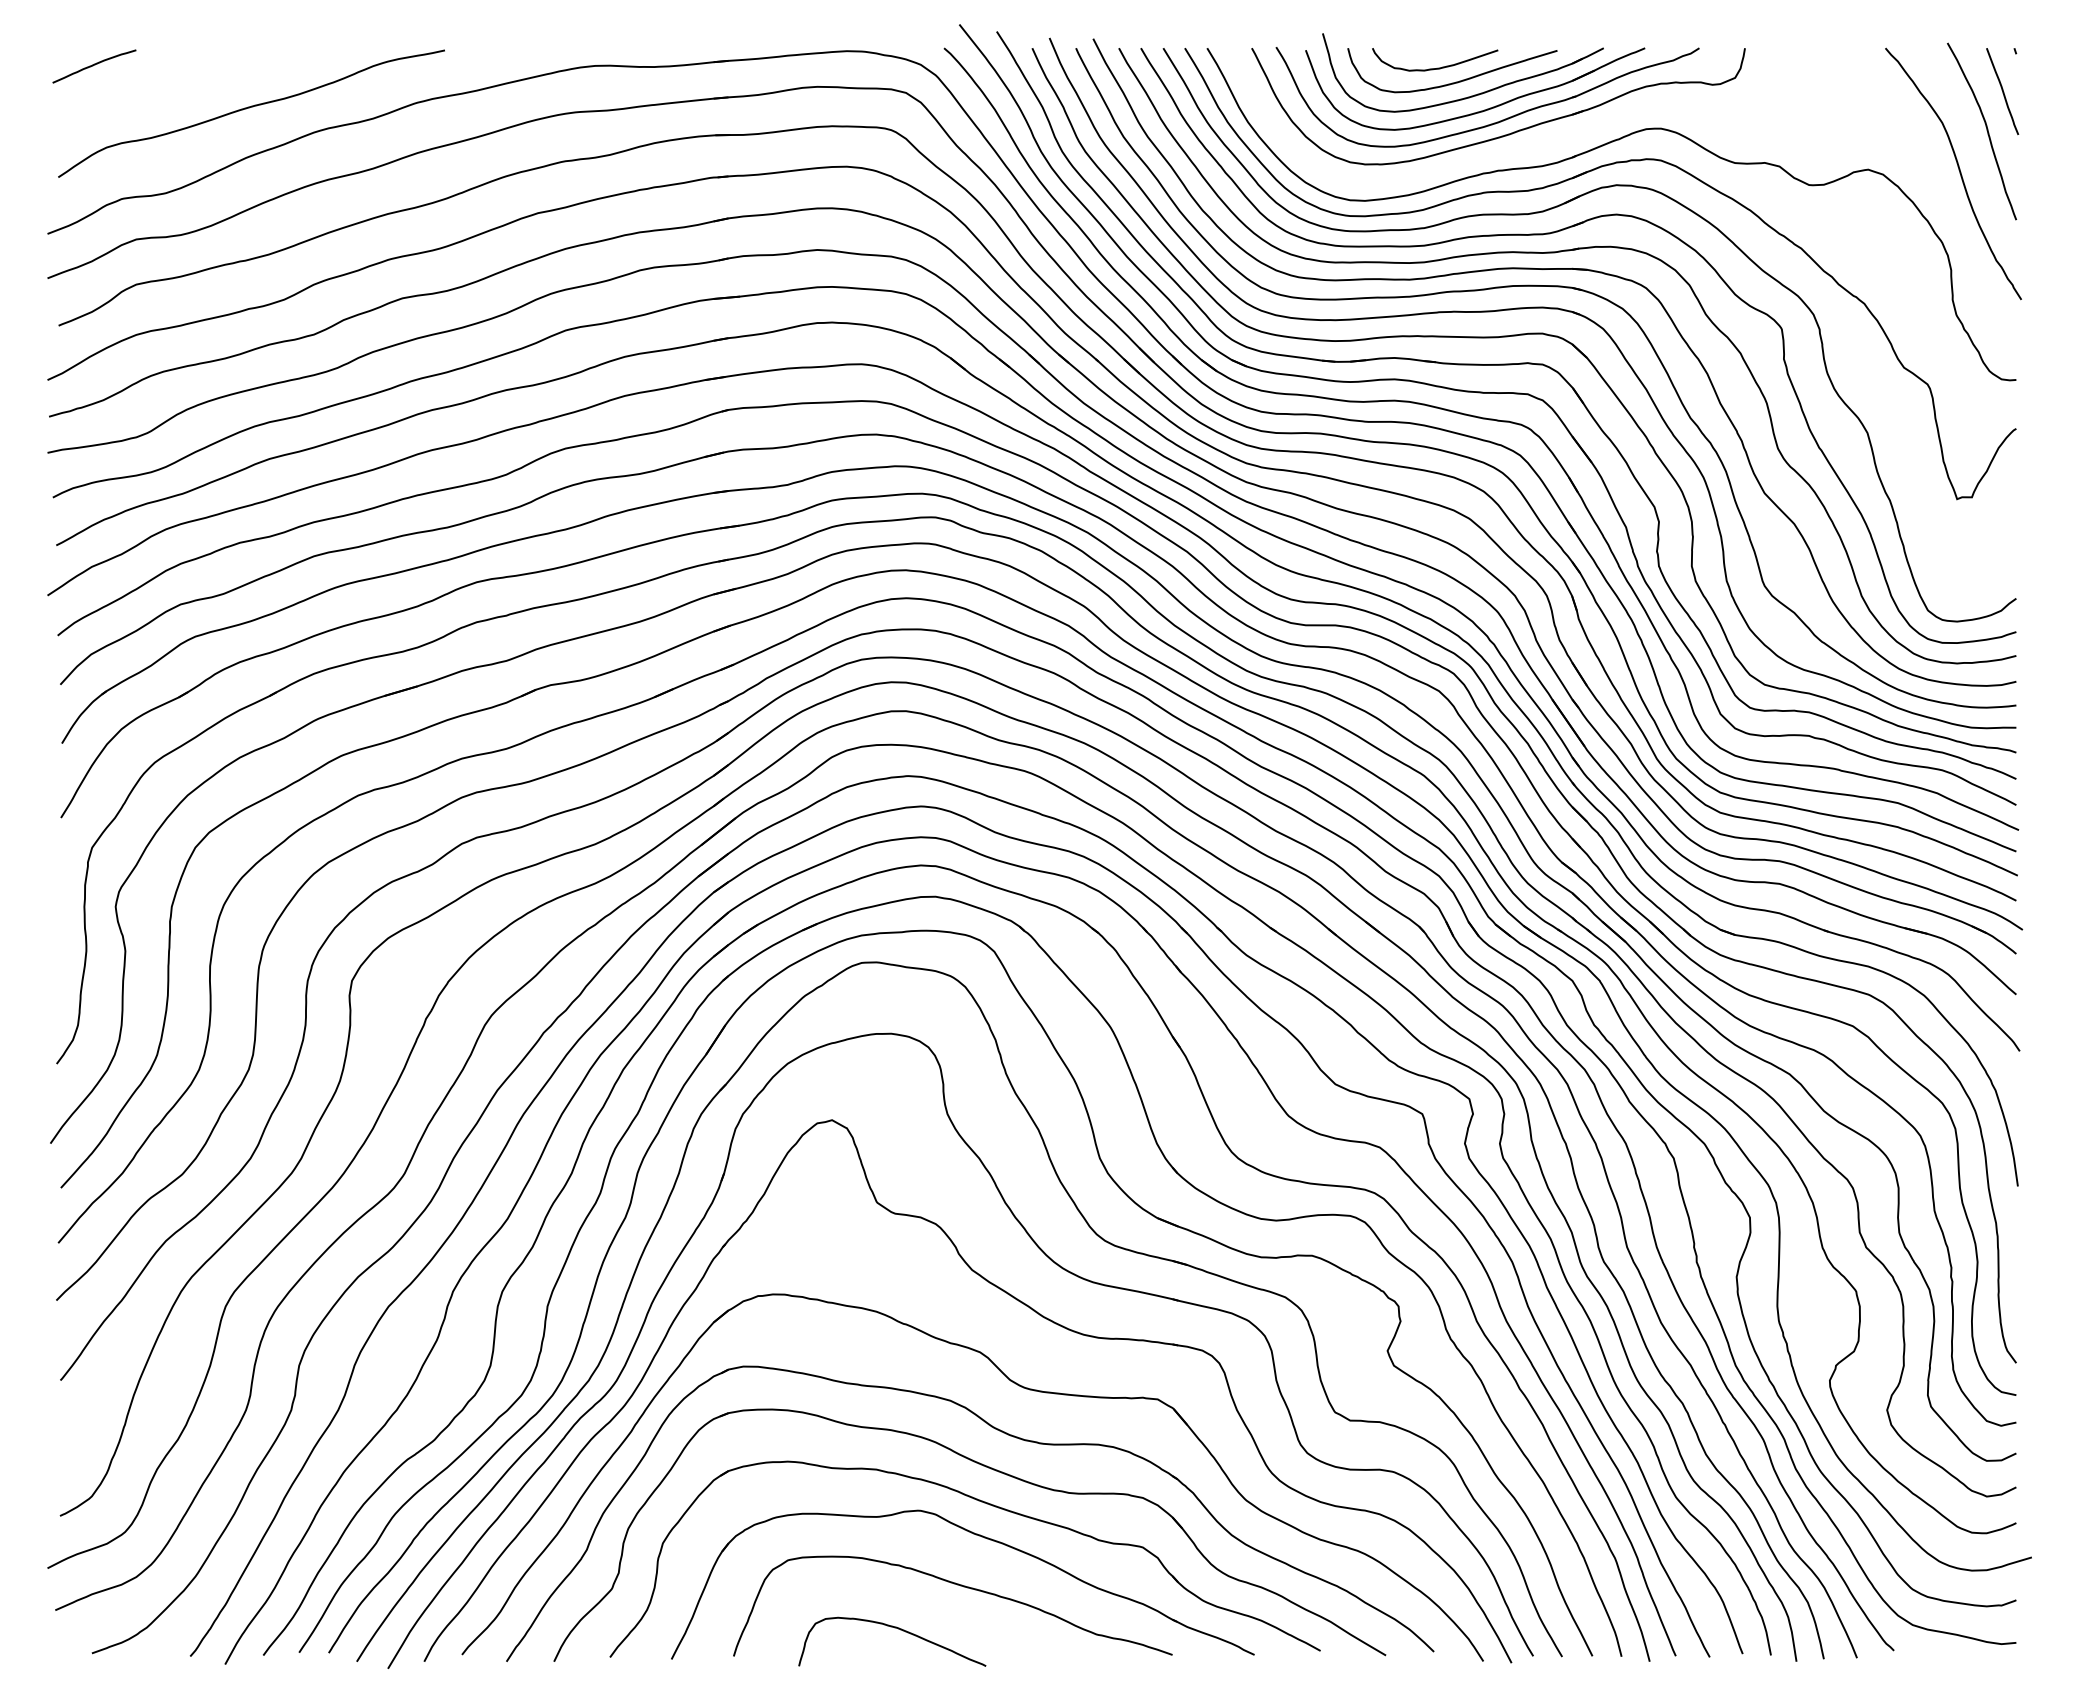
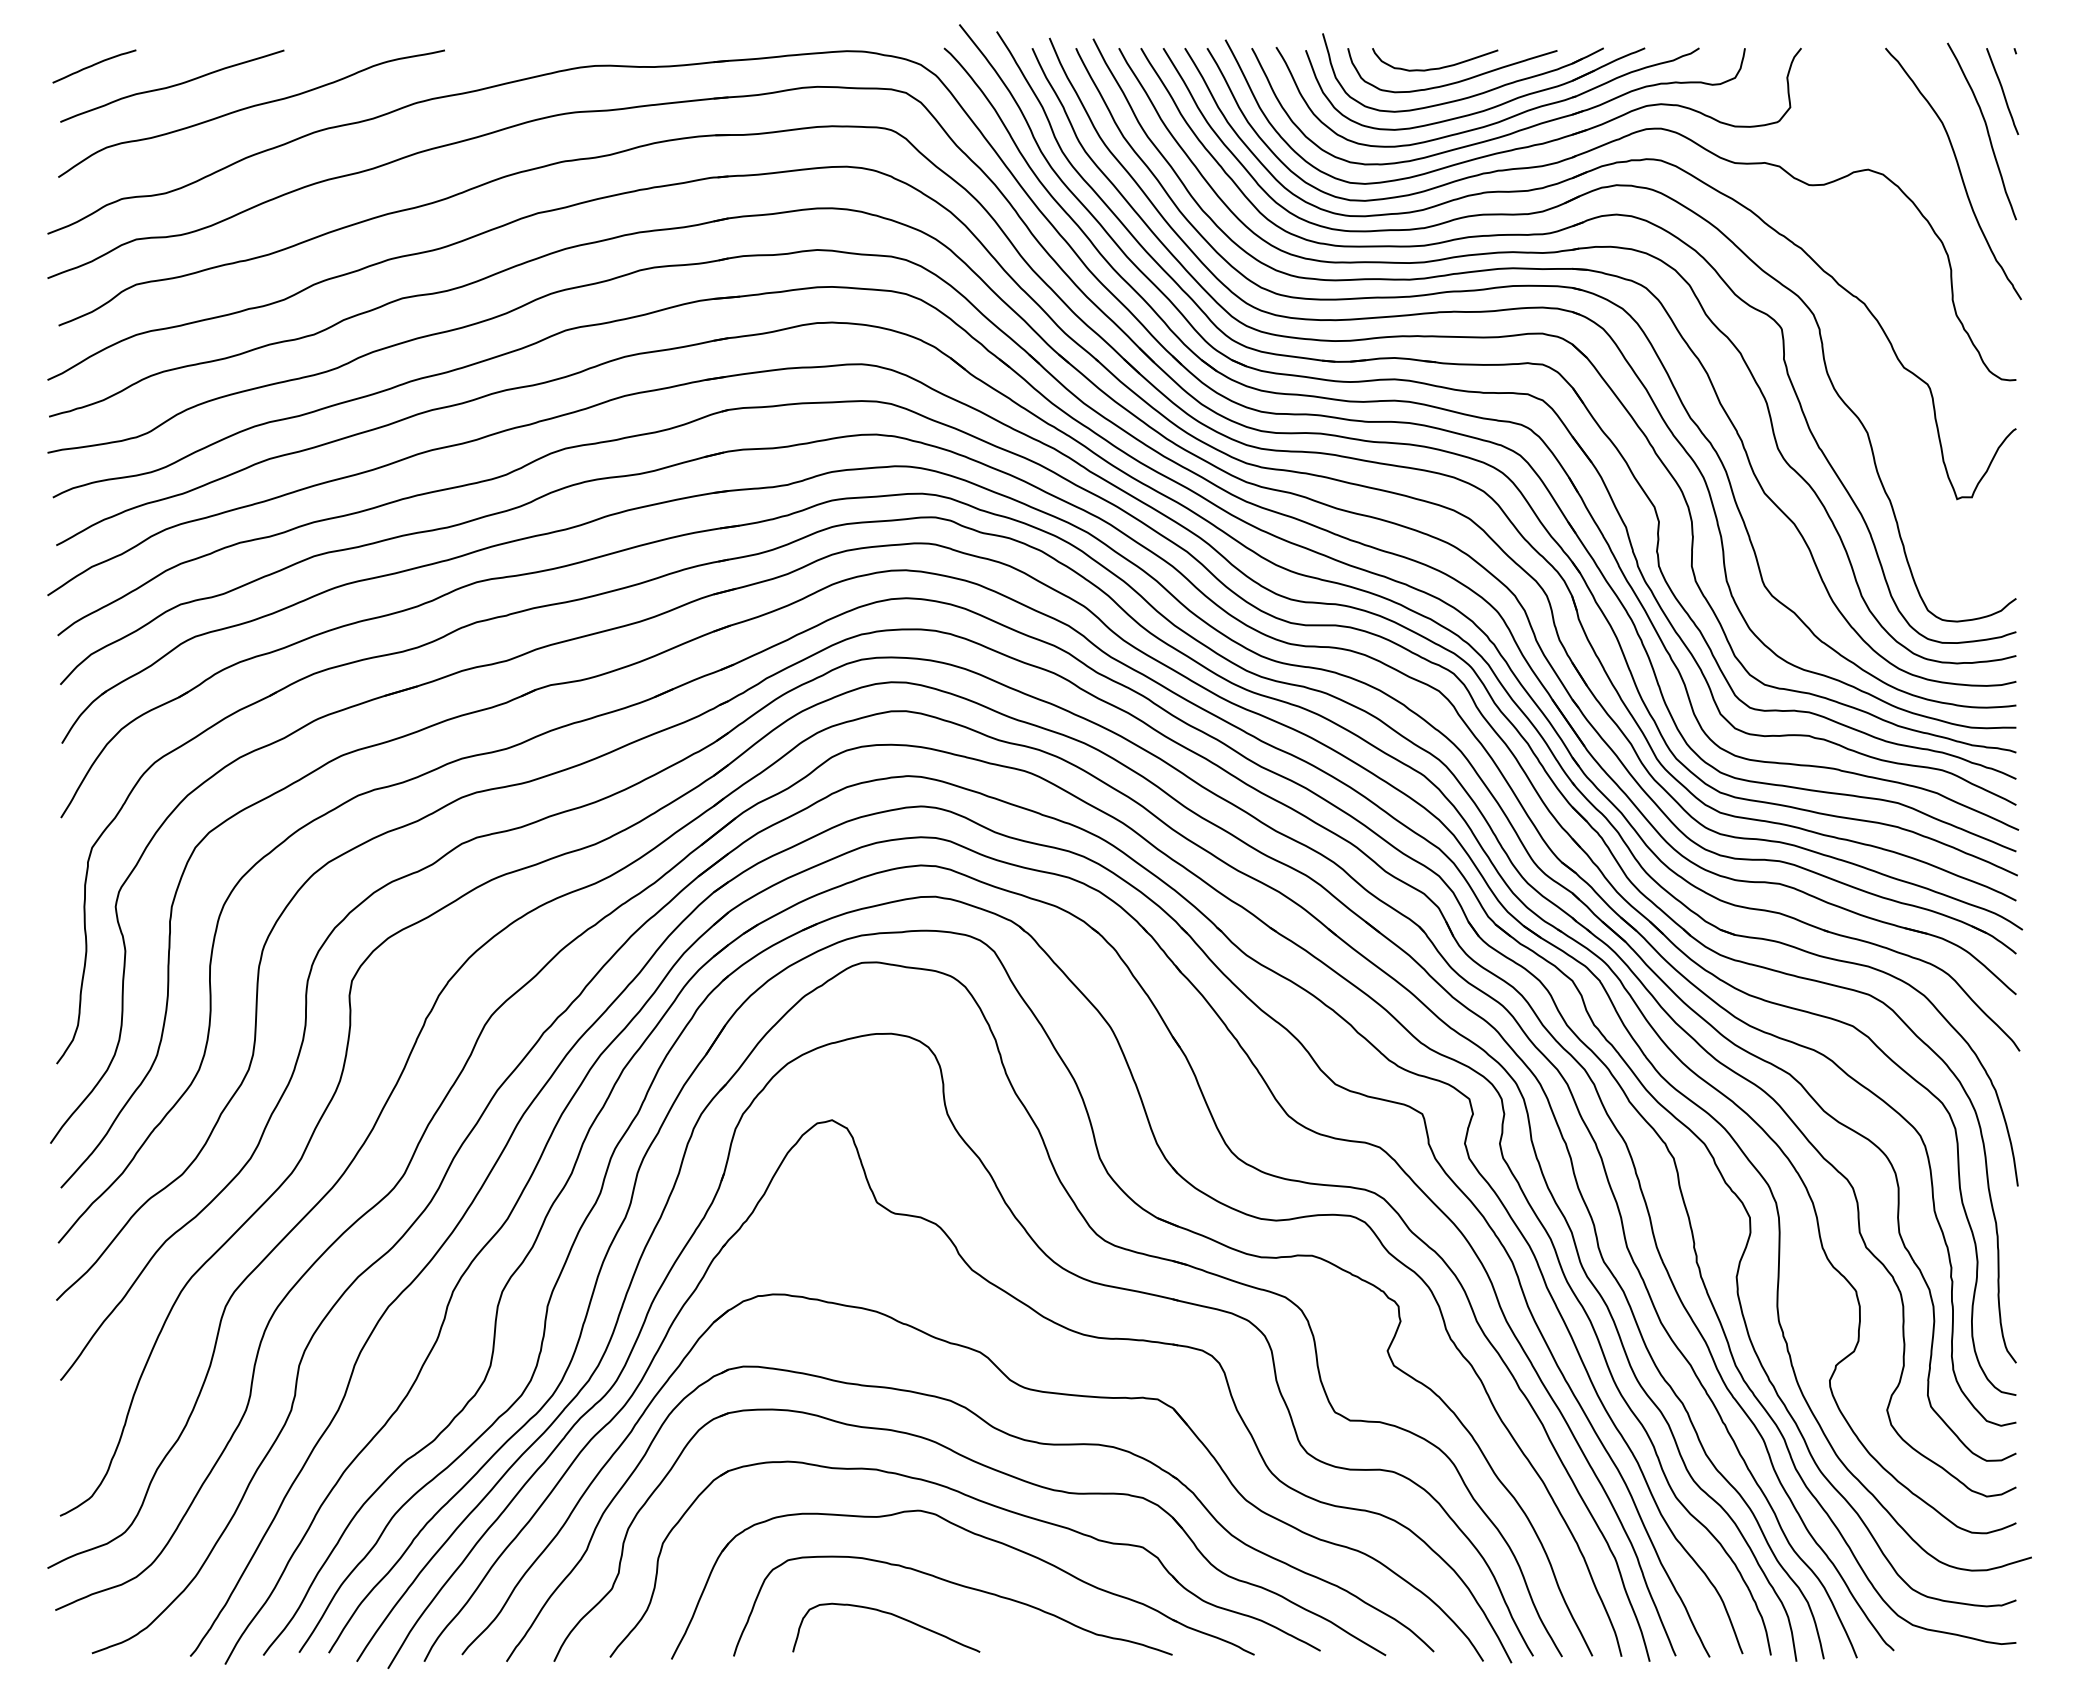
curve at (172, 85): none -> present
part at (1517, 147): none -> present
curve at (894, 1628) position: (894, 1628) -> (888, 1614)
